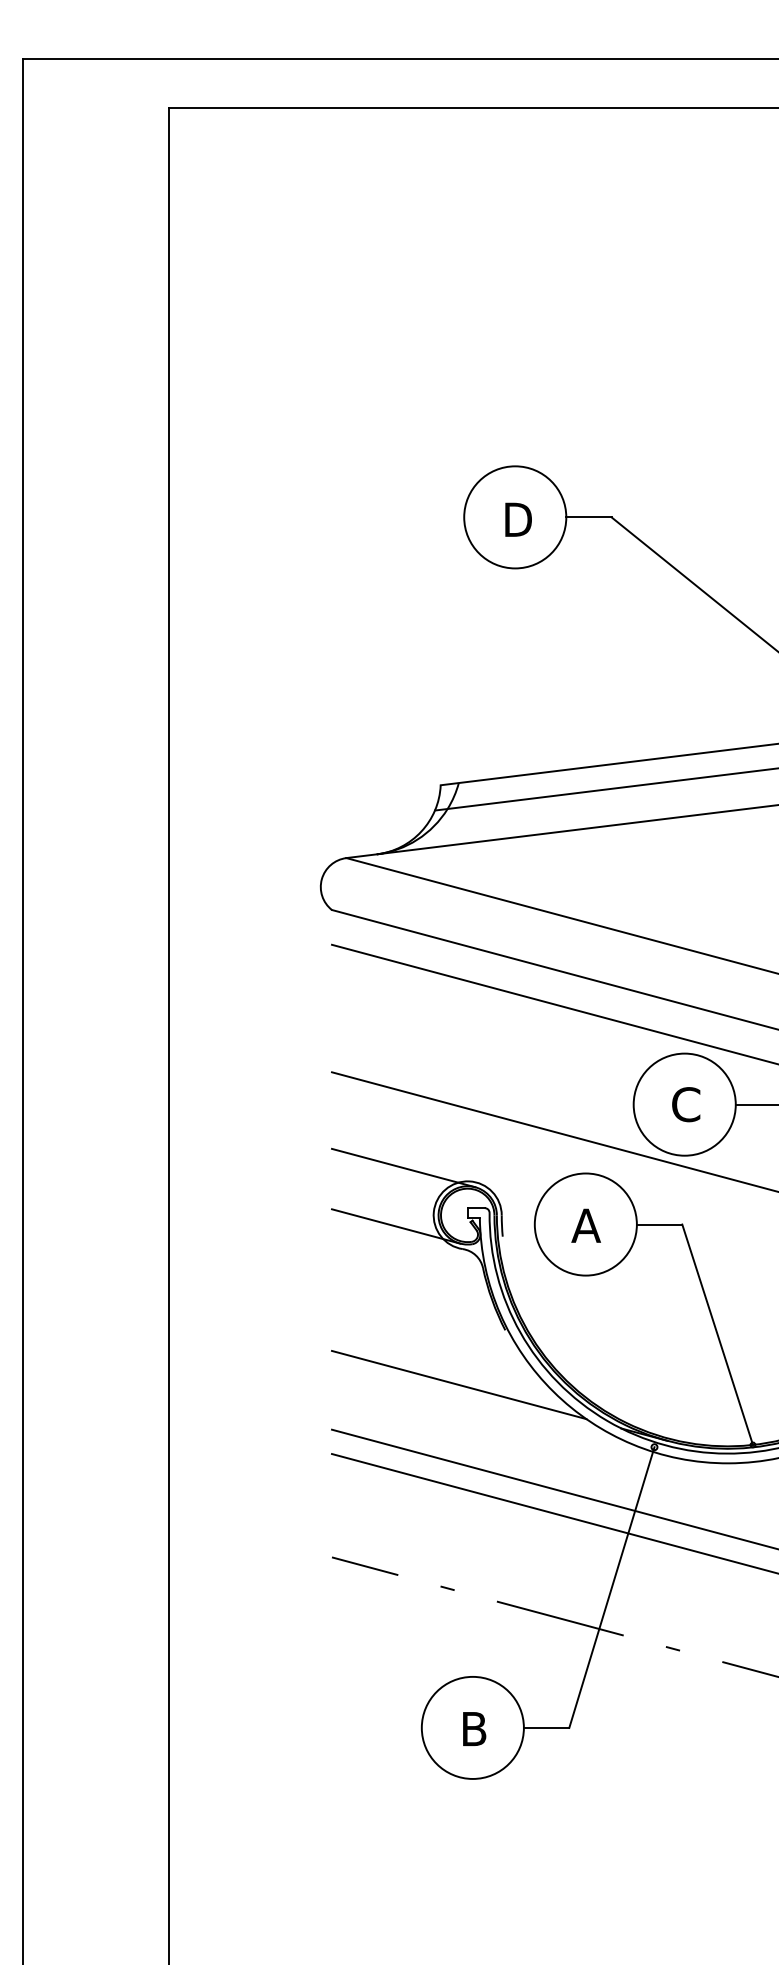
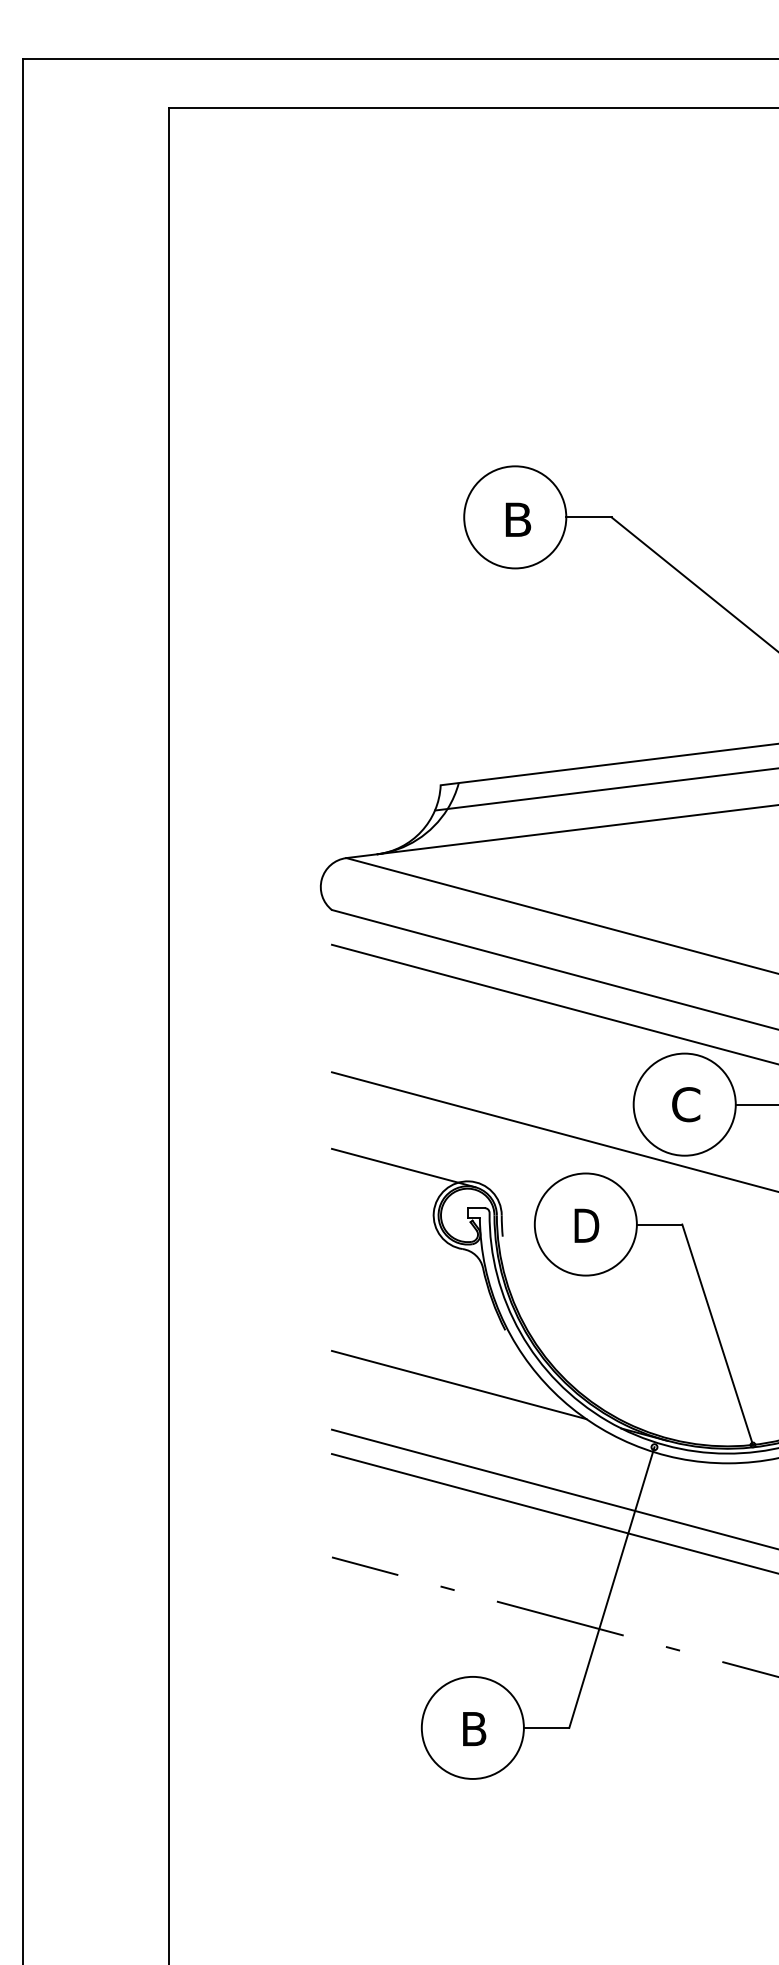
text at (518, 519): D -> B
text at (586, 1225): A -> D
line at (395, 1226): present -> none
